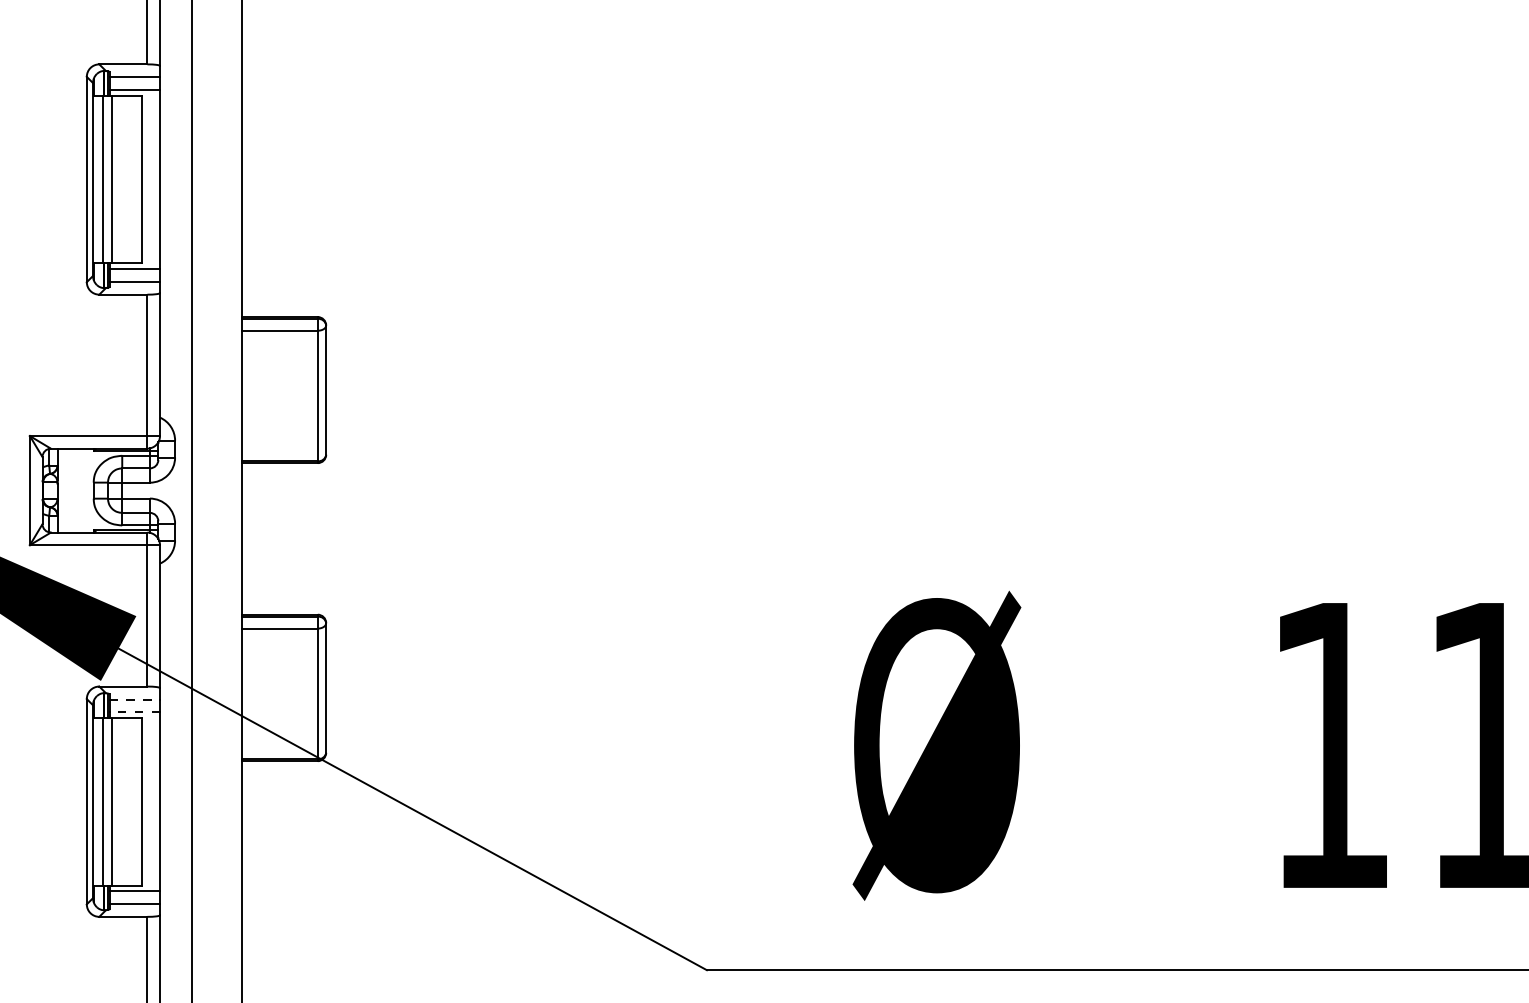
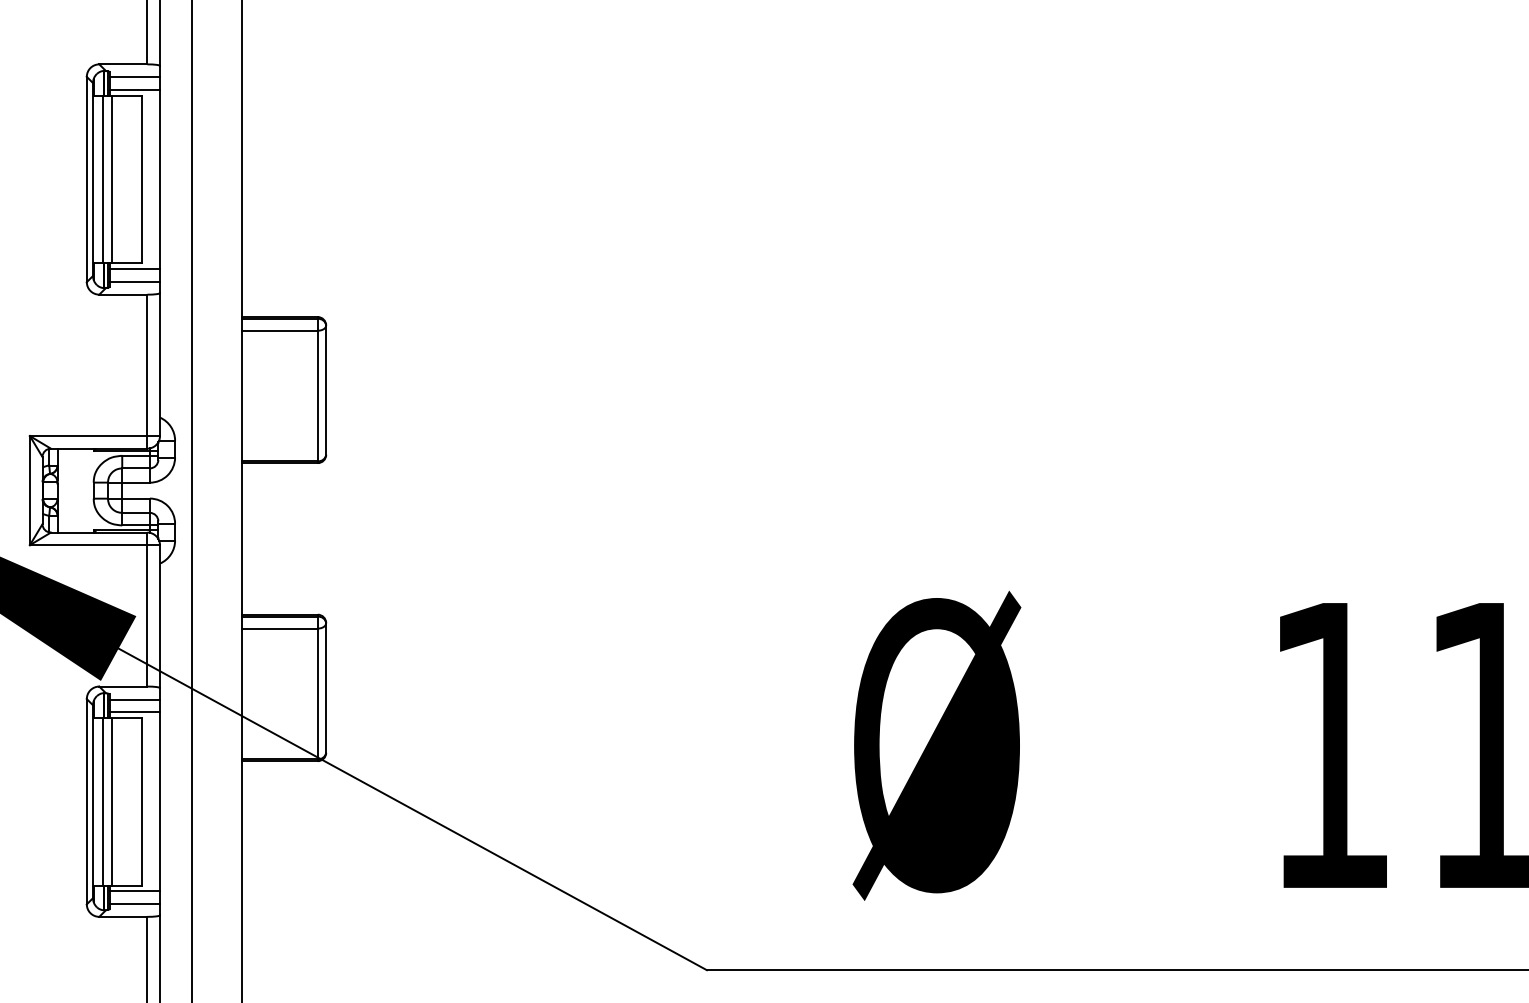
line at (135, 699): dashed -> solid
line at (134, 712): dashed -> solid
